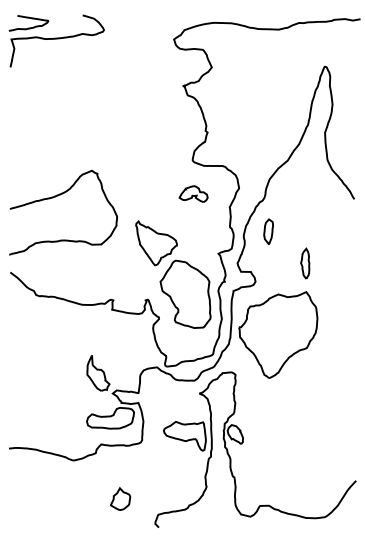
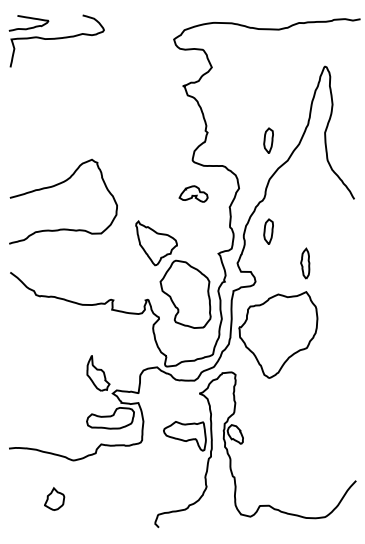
part at (268, 140): none -> present
curve at (58, 196) position: (58, 196) -> (58, 185)
part at (120, 498) position: (120, 498) -> (54, 498)
